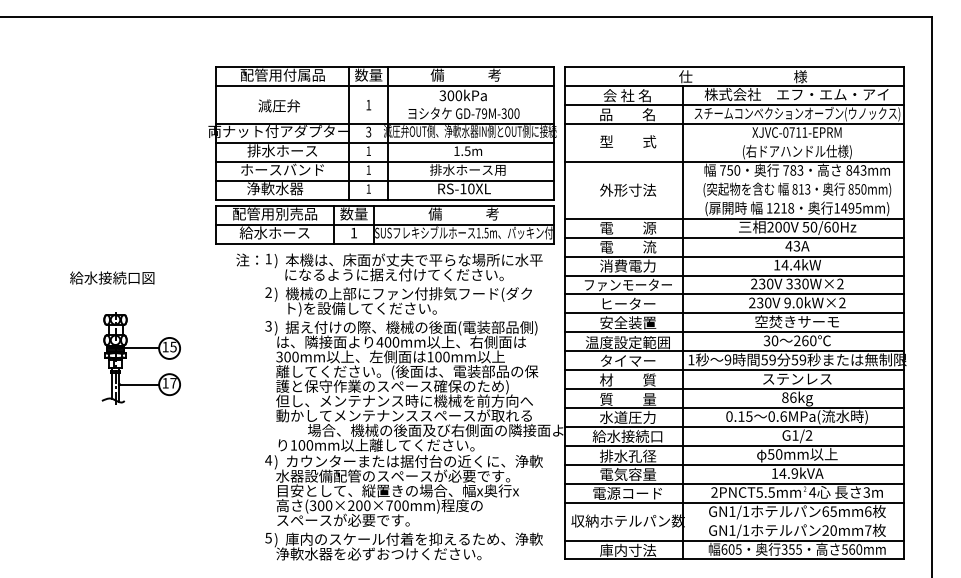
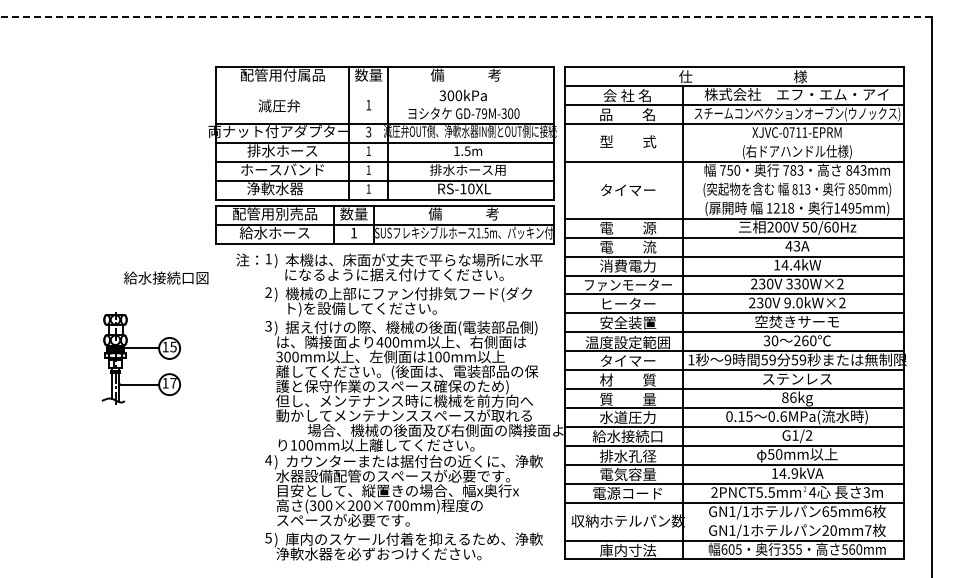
line at (466, 17): solid -> dashed
line at (384, 86): present -> none
text at (628, 189): 外形寸法 -> タイマー
text at (112, 277) position: (112, 277) -> (166, 277)
